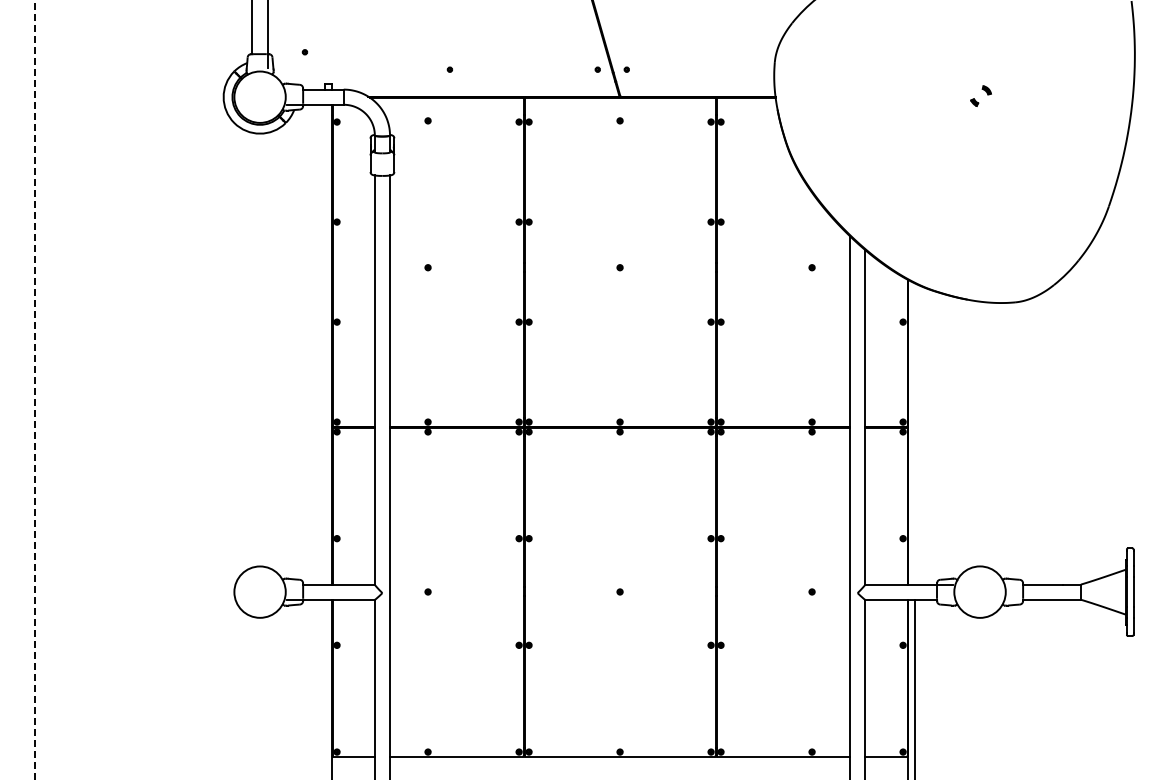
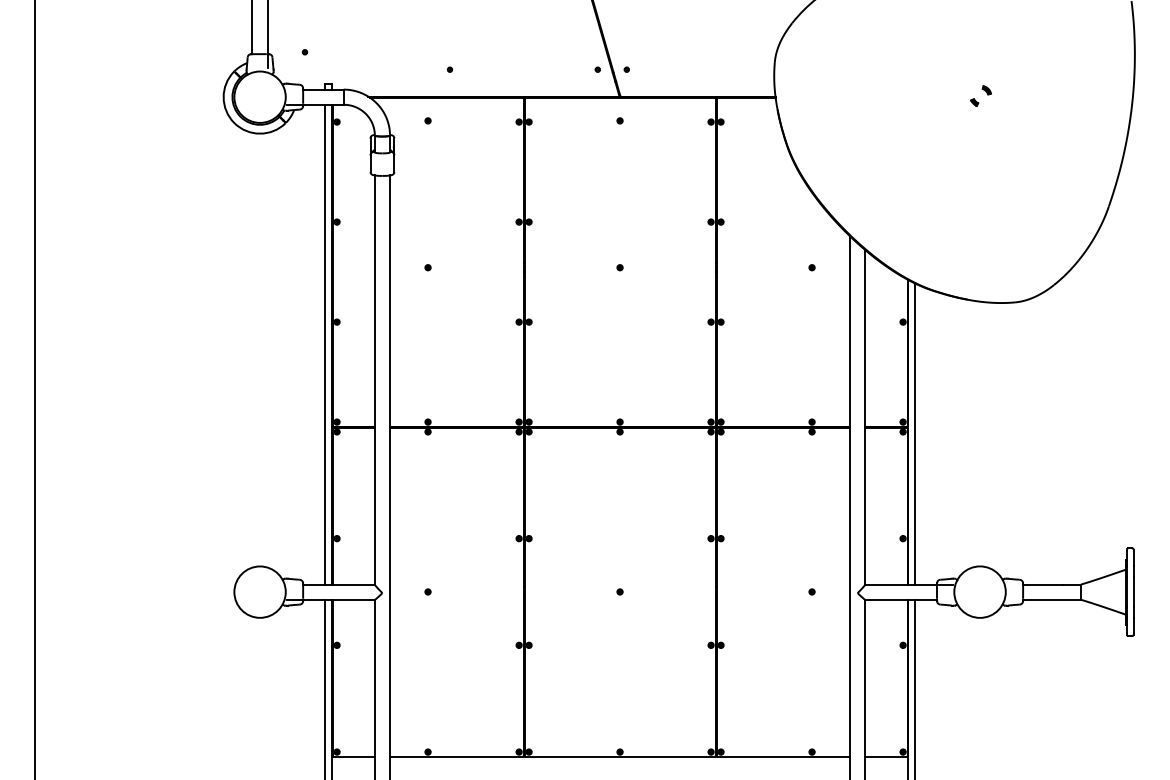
line at (325, 344): none -> present
line at (35, 390): dashed -> solid
line at (914, 433): none -> present
line at (325, 687): none -> present
